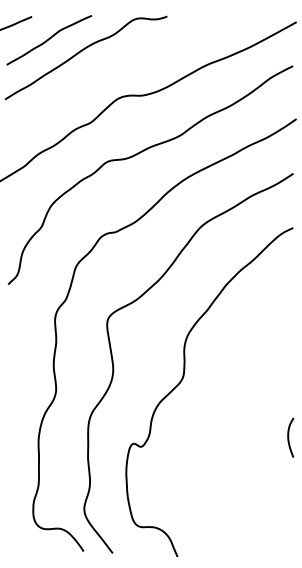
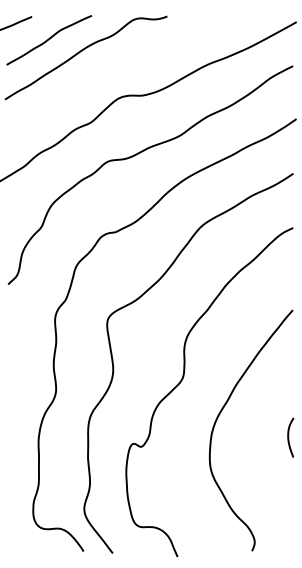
curve at (220, 414): none -> present
